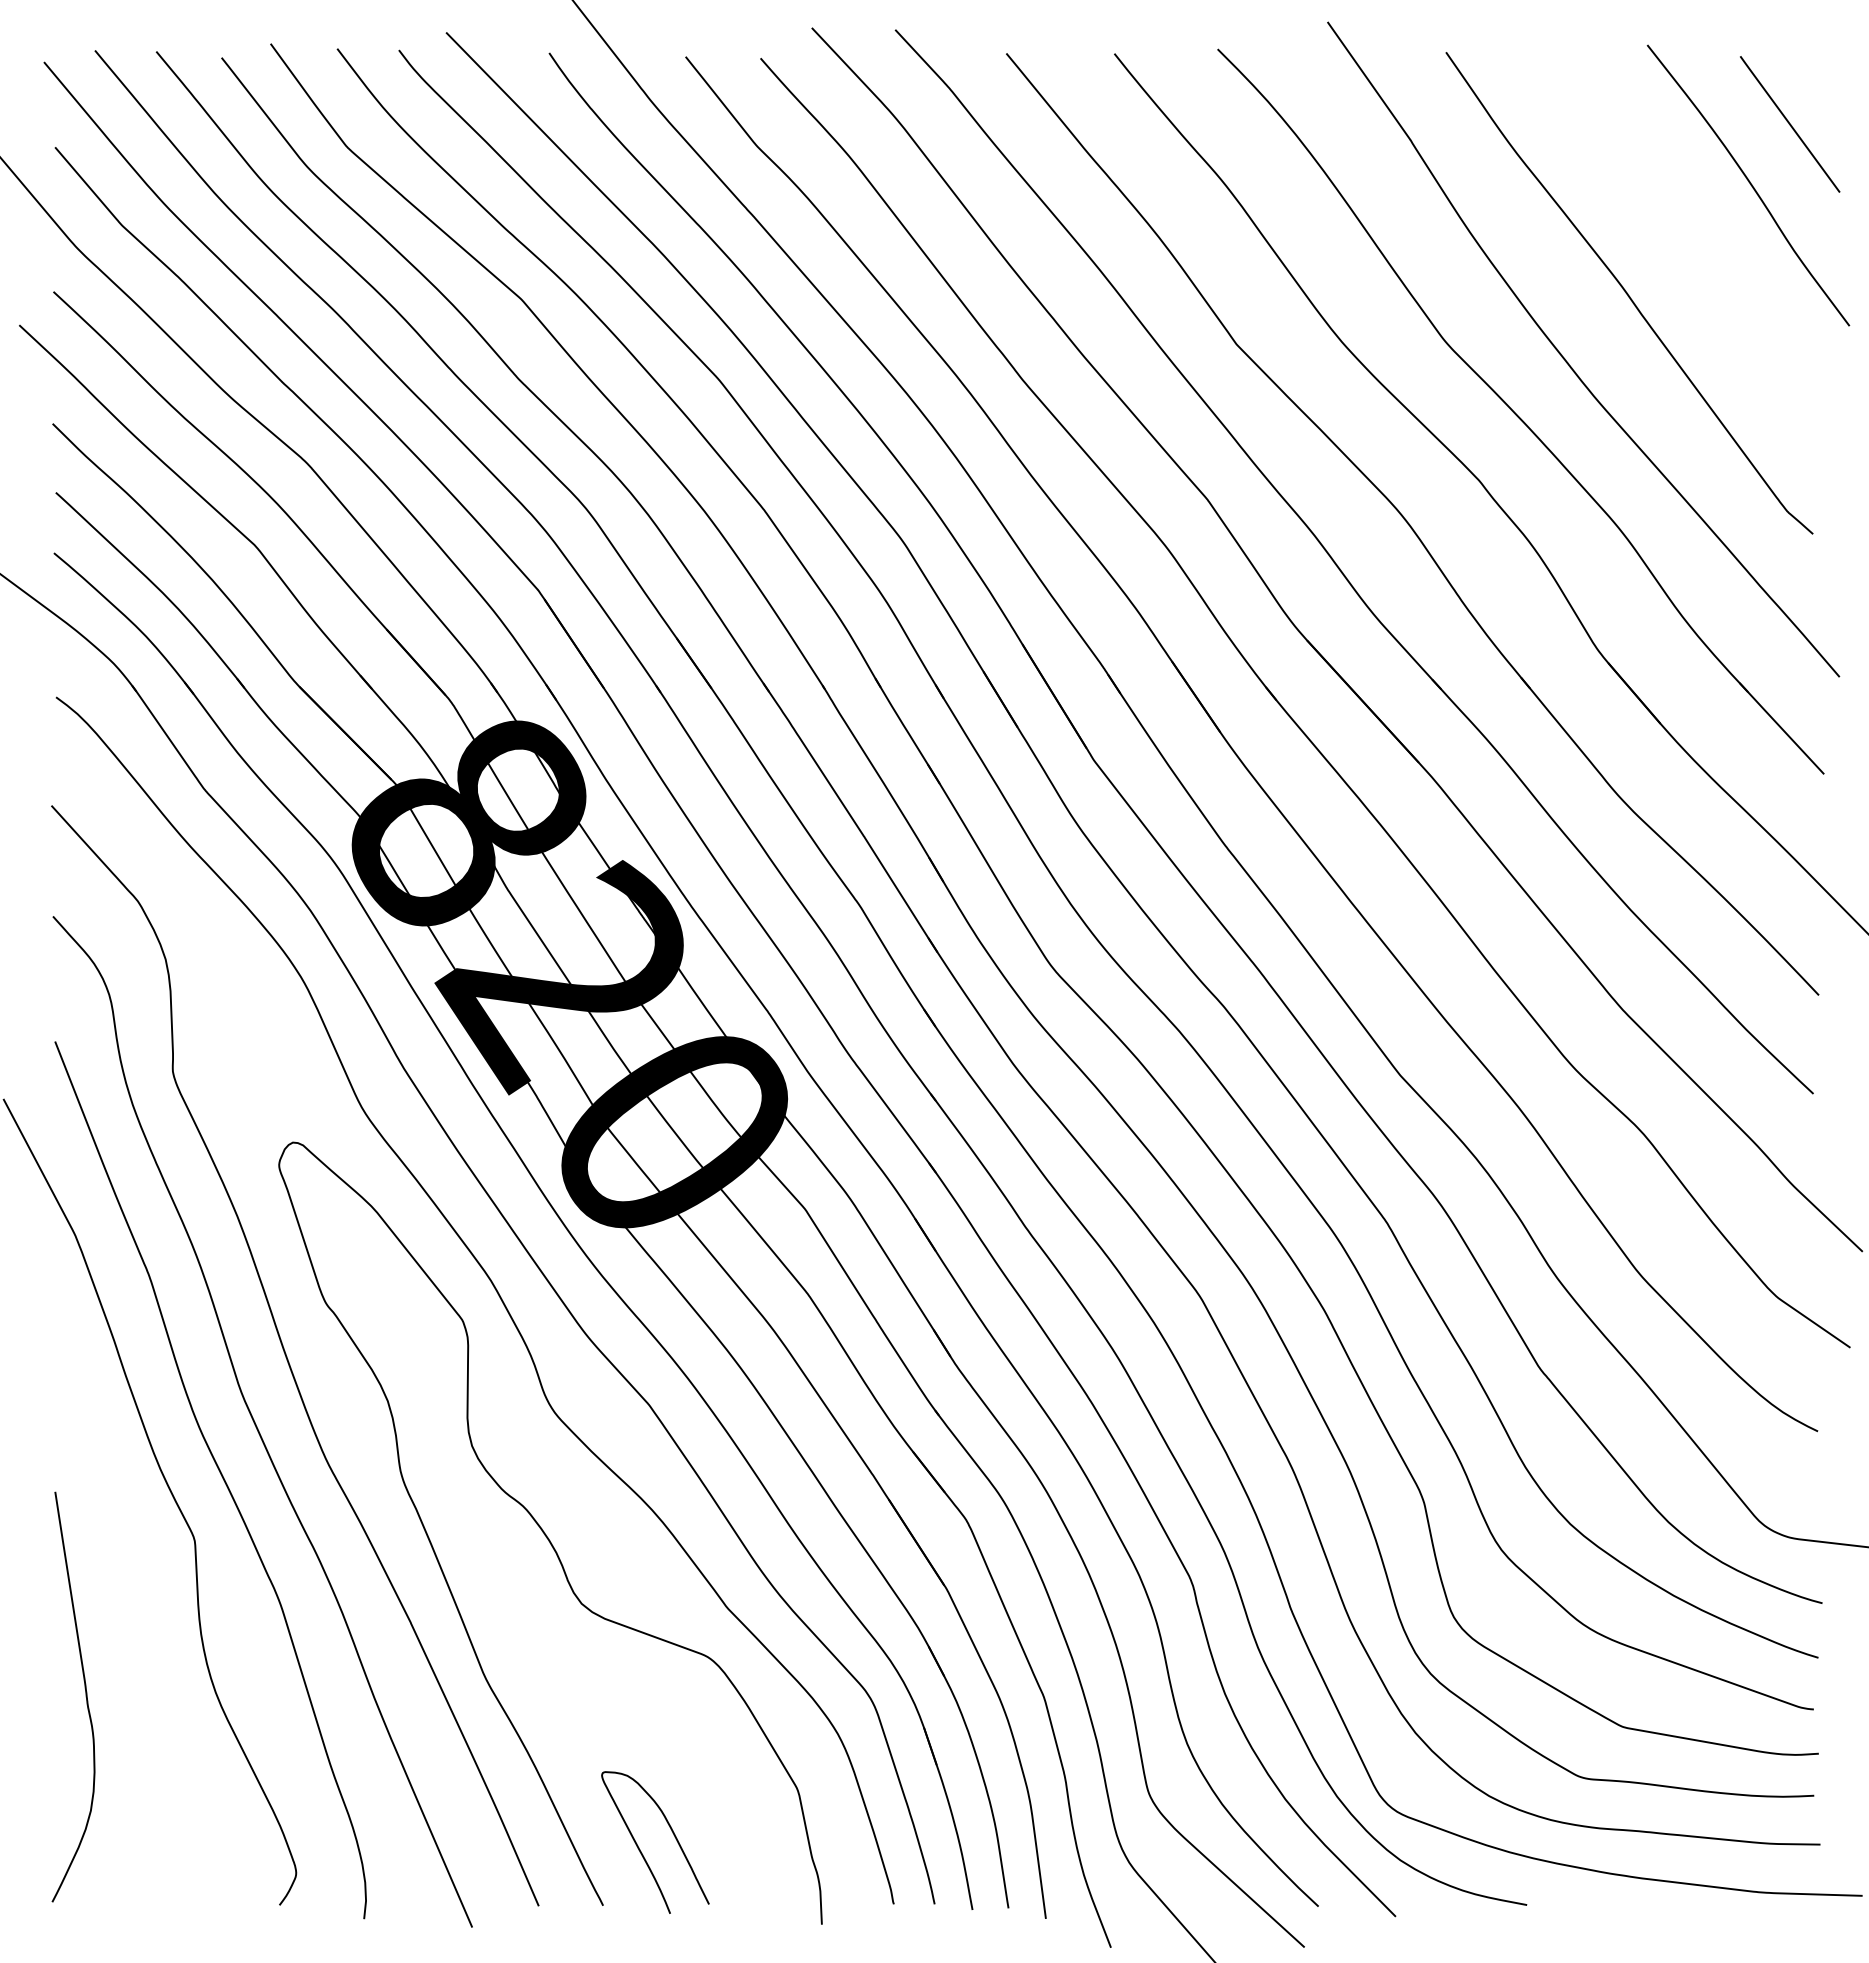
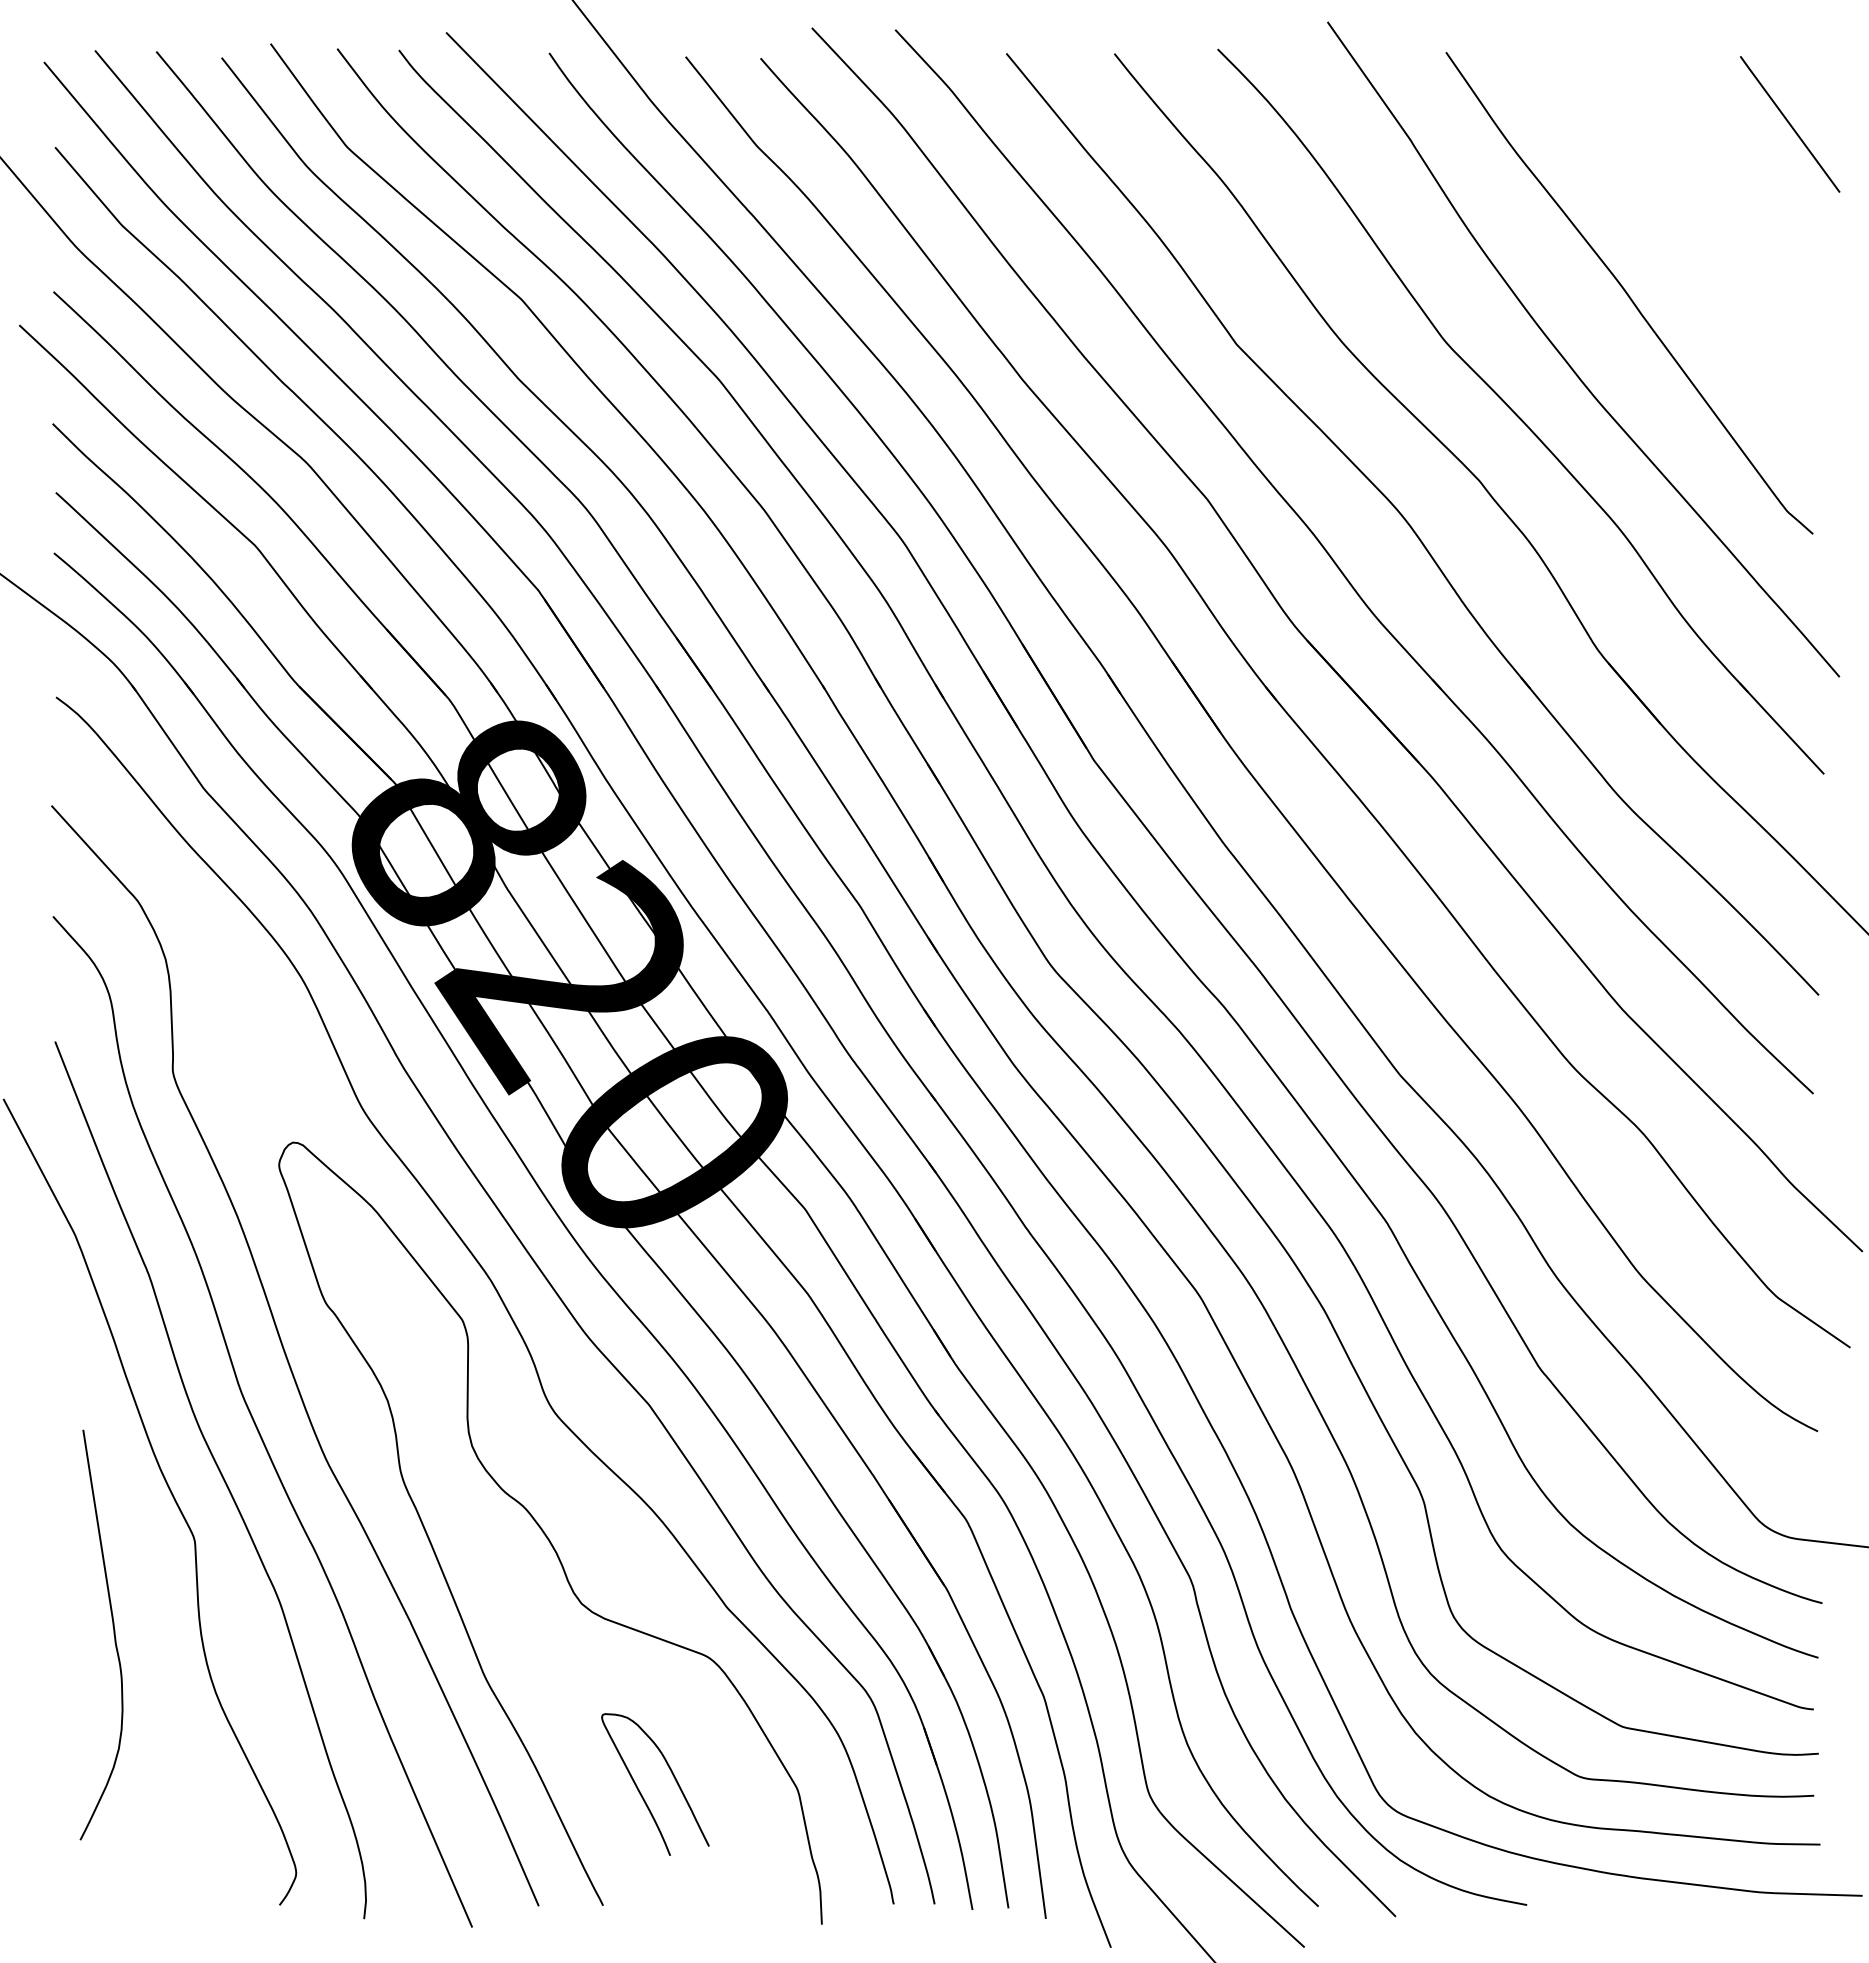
curve at (1750, 185): present -> none
curve at (85, 1696) position: (85, 1696) -> (113, 1634)
curve at (640, 1849) position: (640, 1849) -> (640, 1791)
